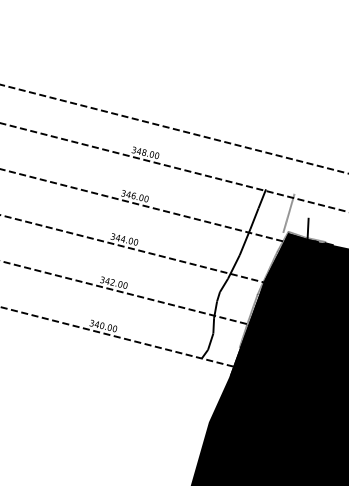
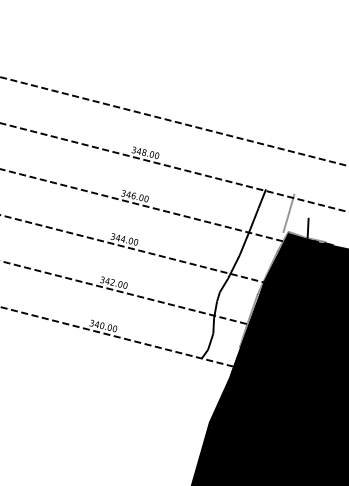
line at (173, 128) position: (173, 128) -> (173, 121)
